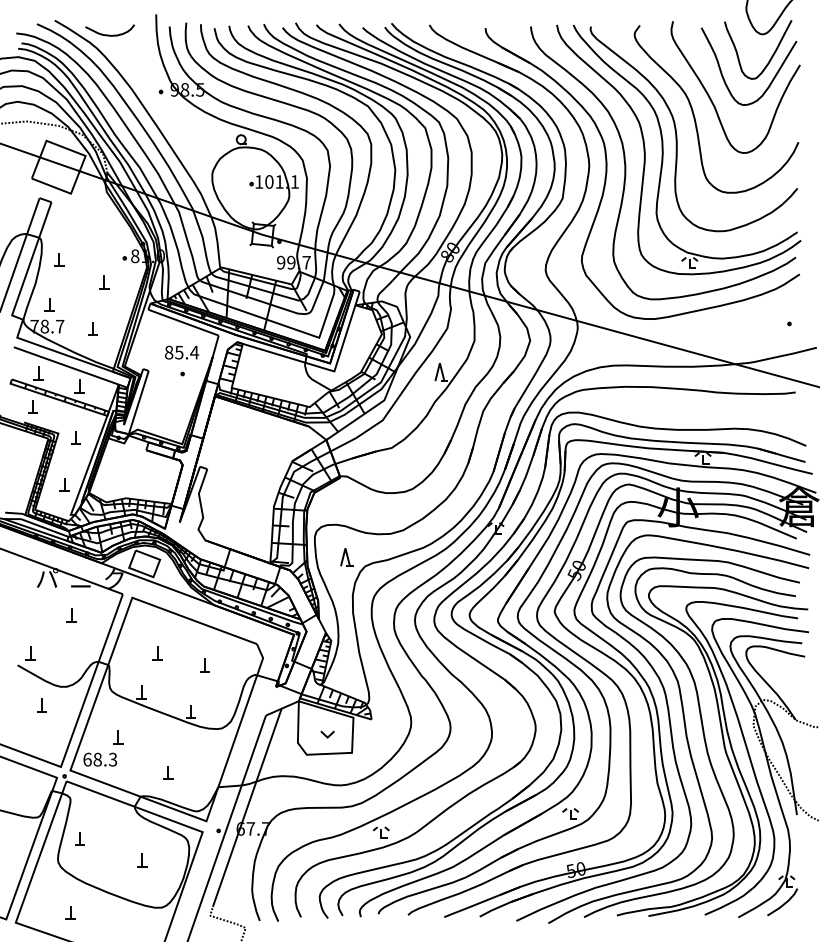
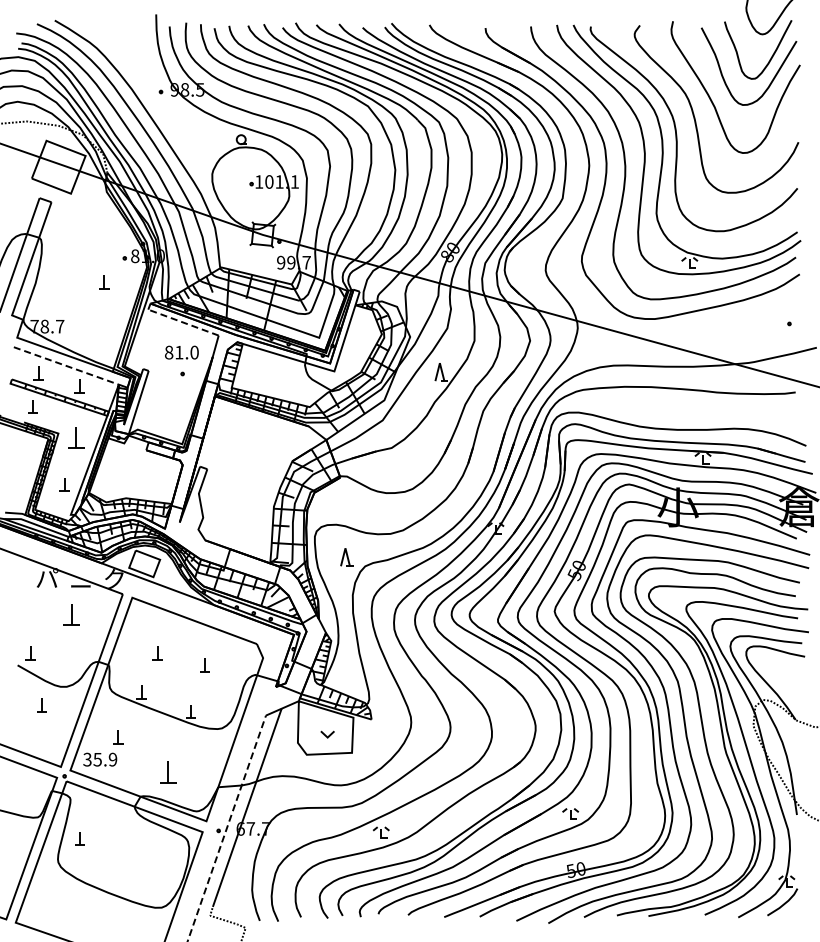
curve at (109, 34): present -> none
part at (59, 259): present -> none
part at (49, 304): present -> none
line at (183, 322): solid -> dashed
part at (92, 328): present -> none
text at (187, 352): 85.4 -> 81.0
line at (66, 365): solid -> dashed
part at (75, 437) size: 10x14 px -> 17x22 px
part at (71, 615) size: 11x15 px -> 17x22 px
text at (100, 759): 68.3 -> 35.9
part at (168, 772) size: 11x14 px -> 17x23 px
line at (227, 827): solid -> dashed
part at (142, 860): present -> none
part at (70, 912): present -> none
